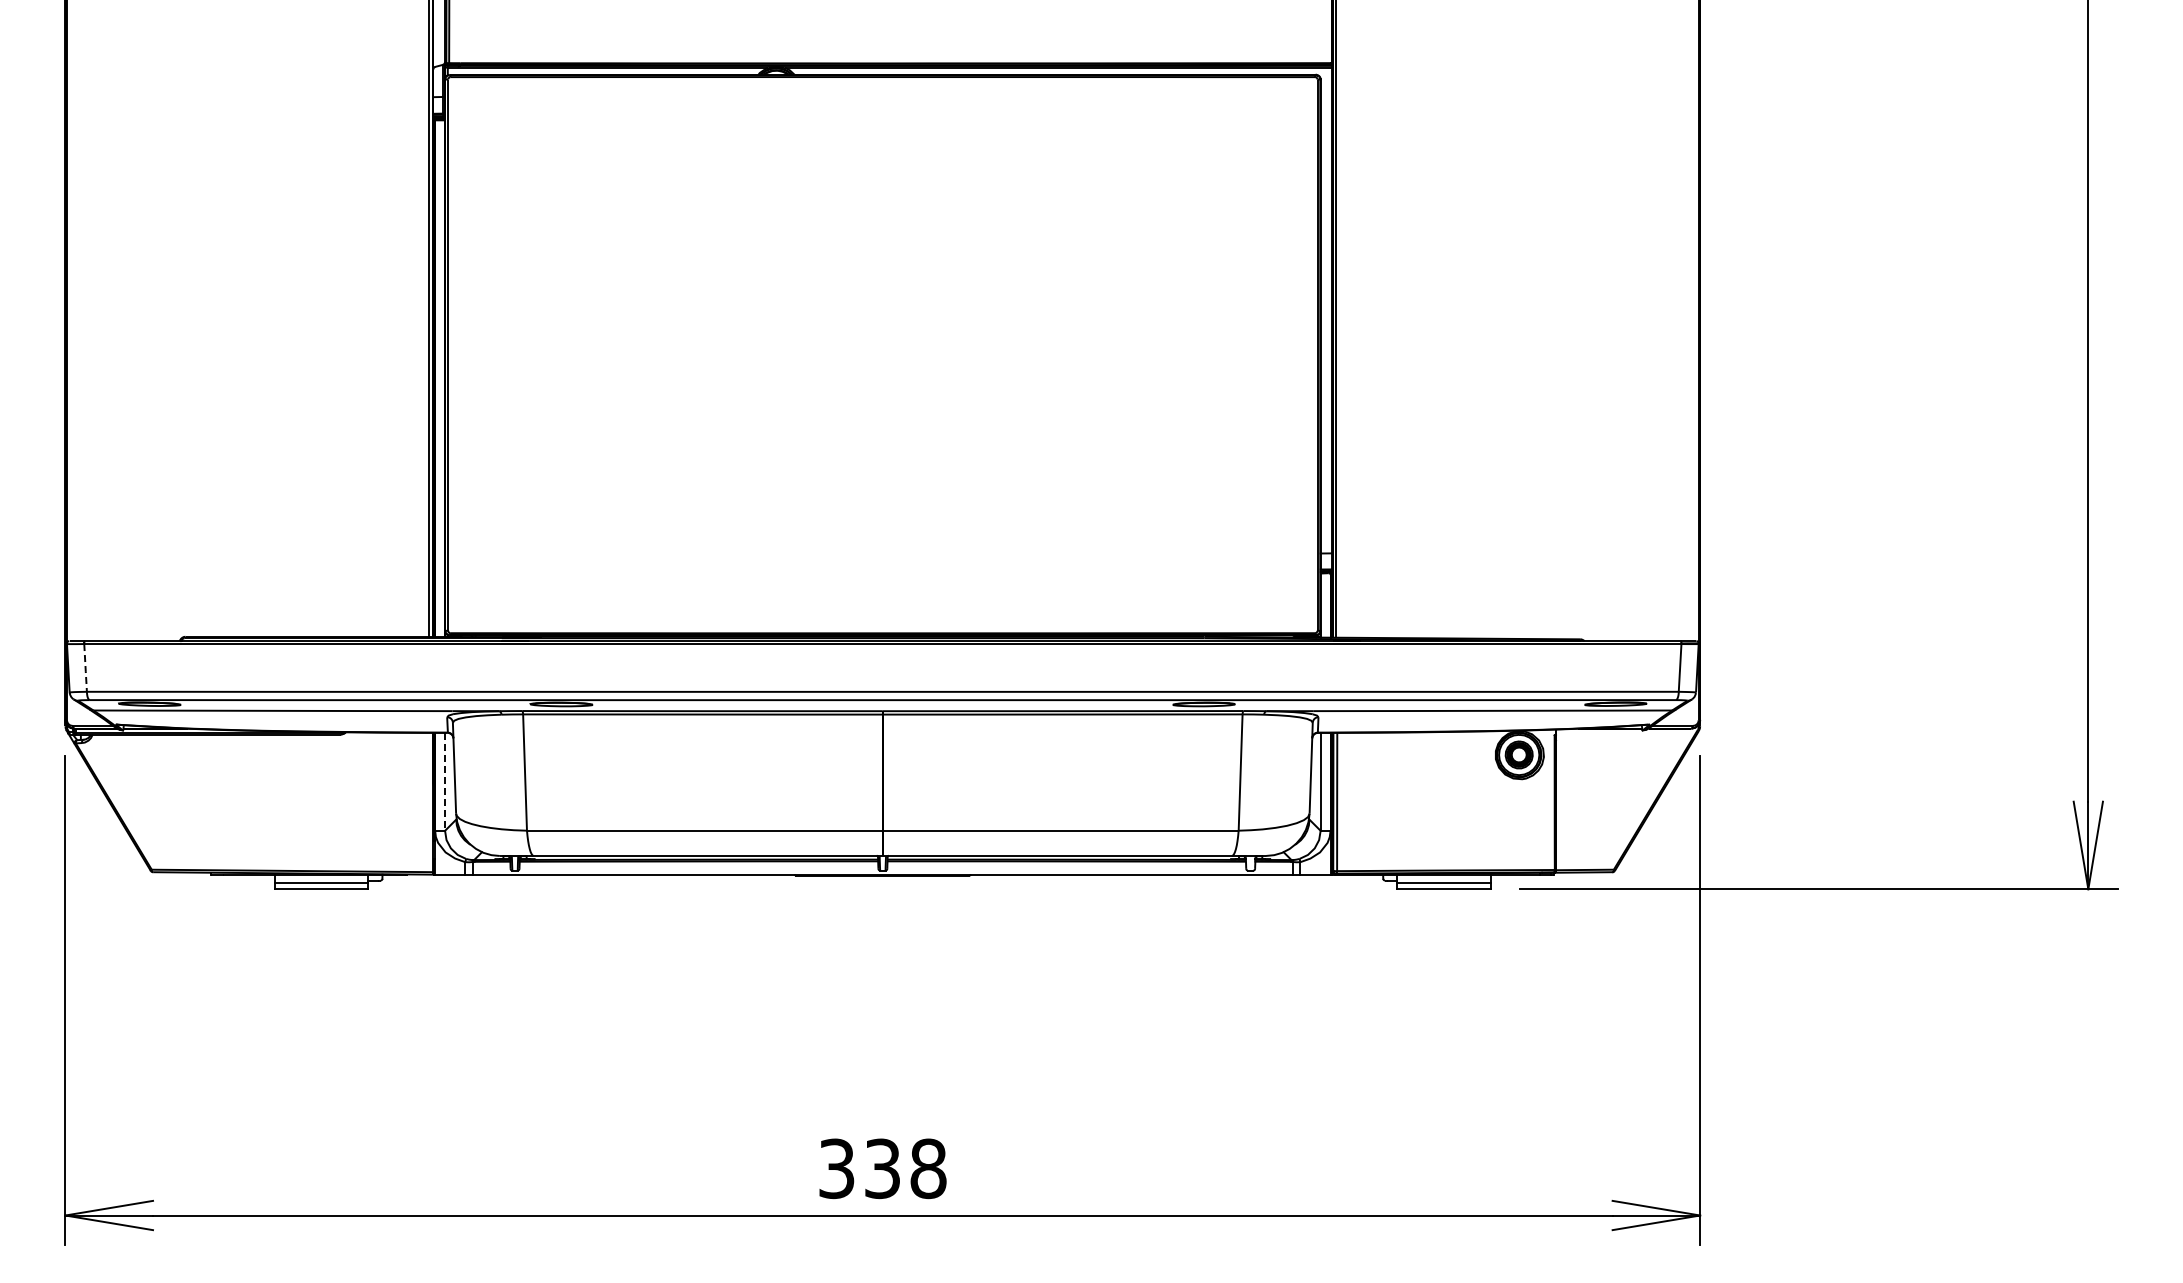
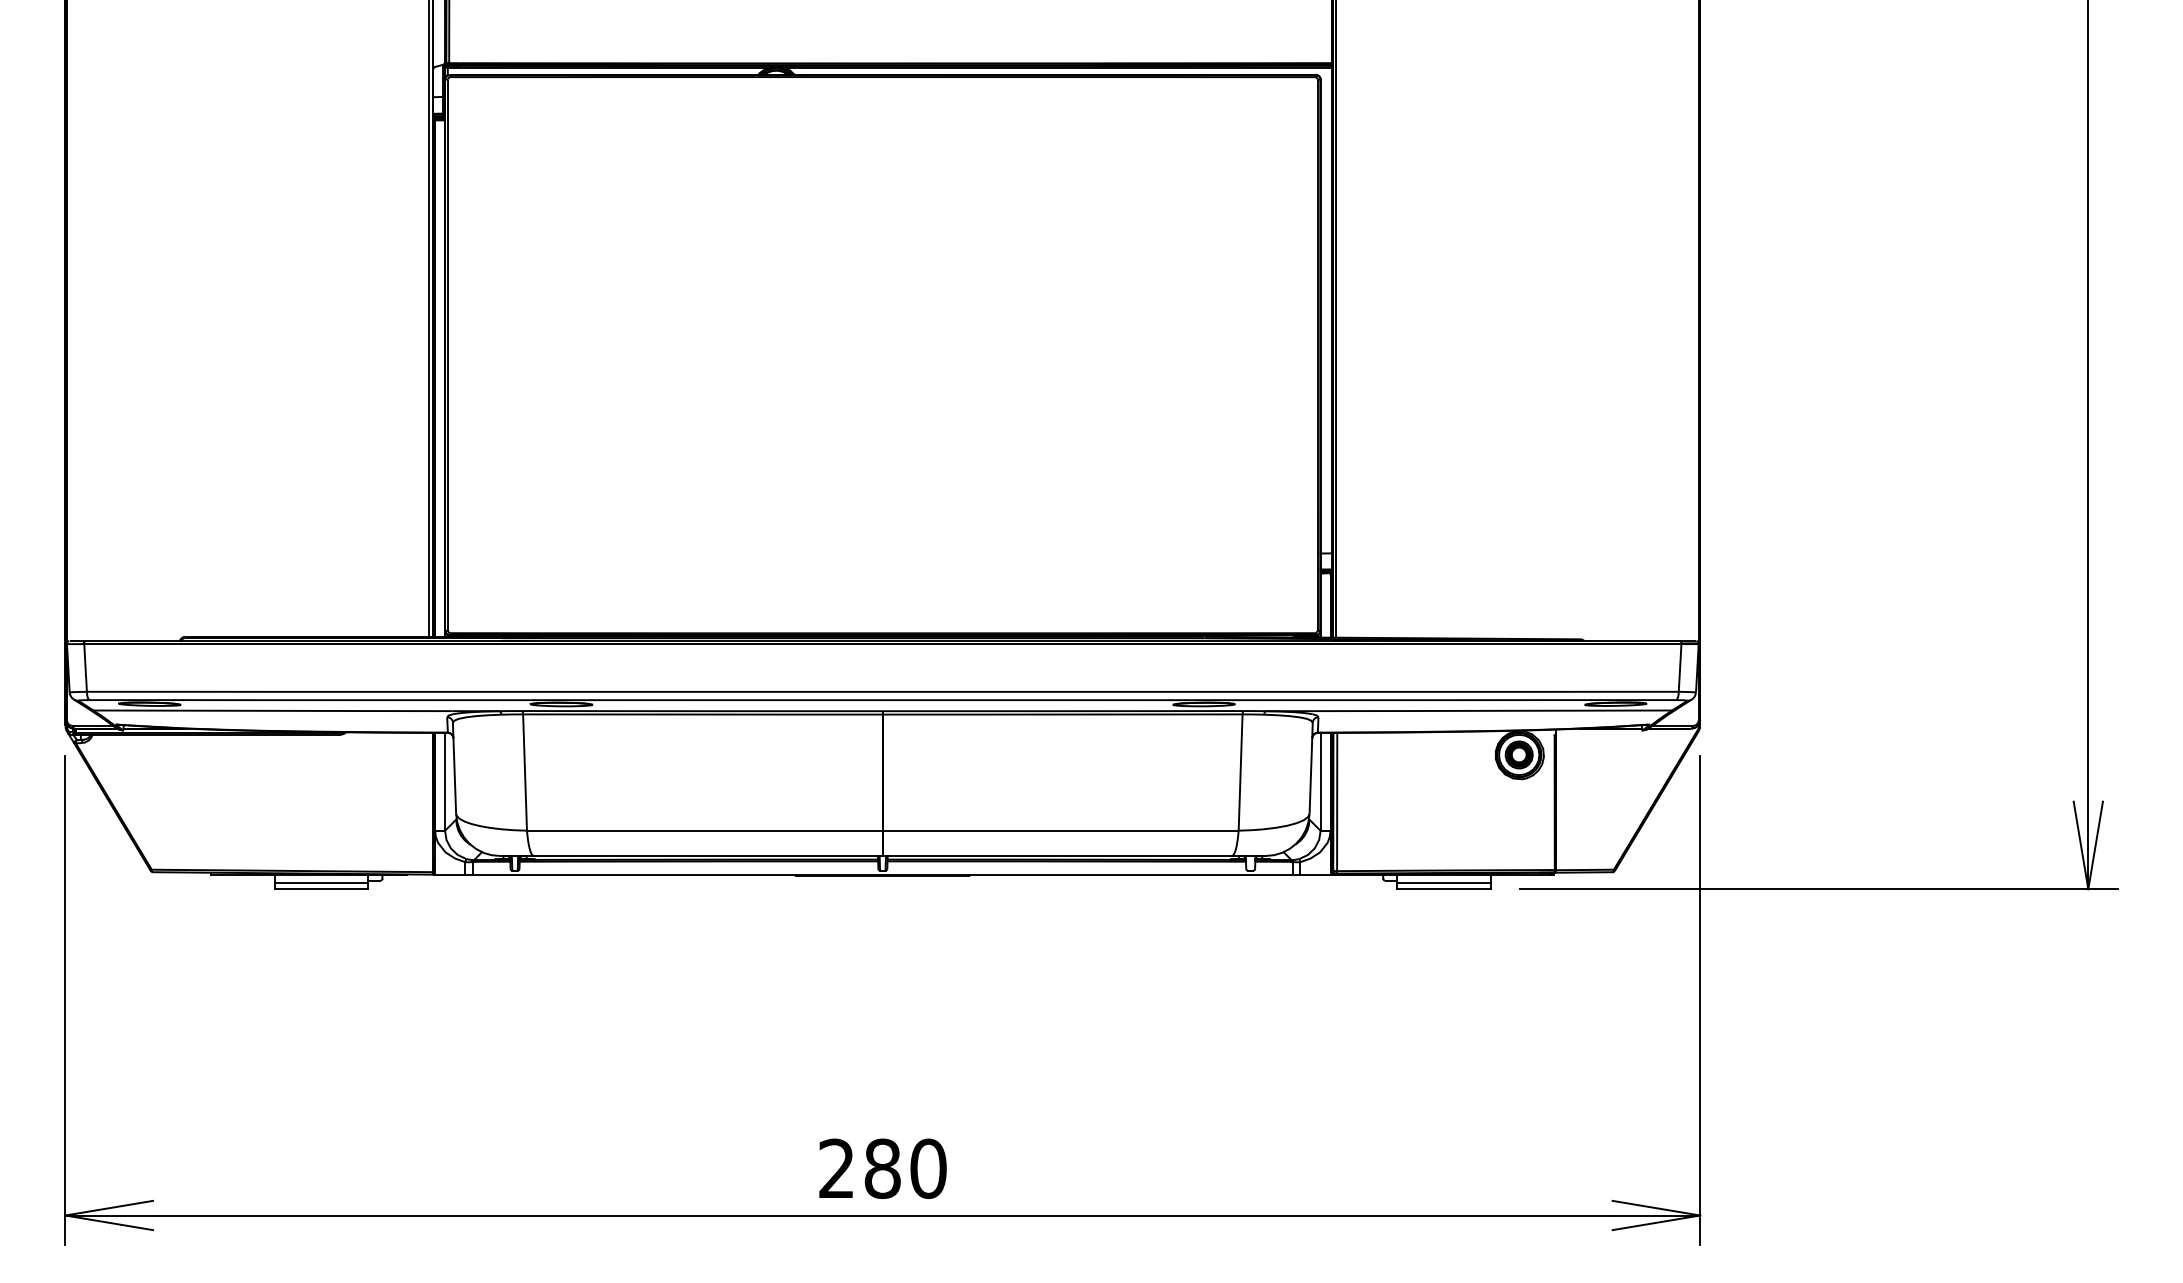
line at (85, 669): dashed -> solid
line at (445, 781): dashed -> solid
text at (882, 1168): 338 -> 280
